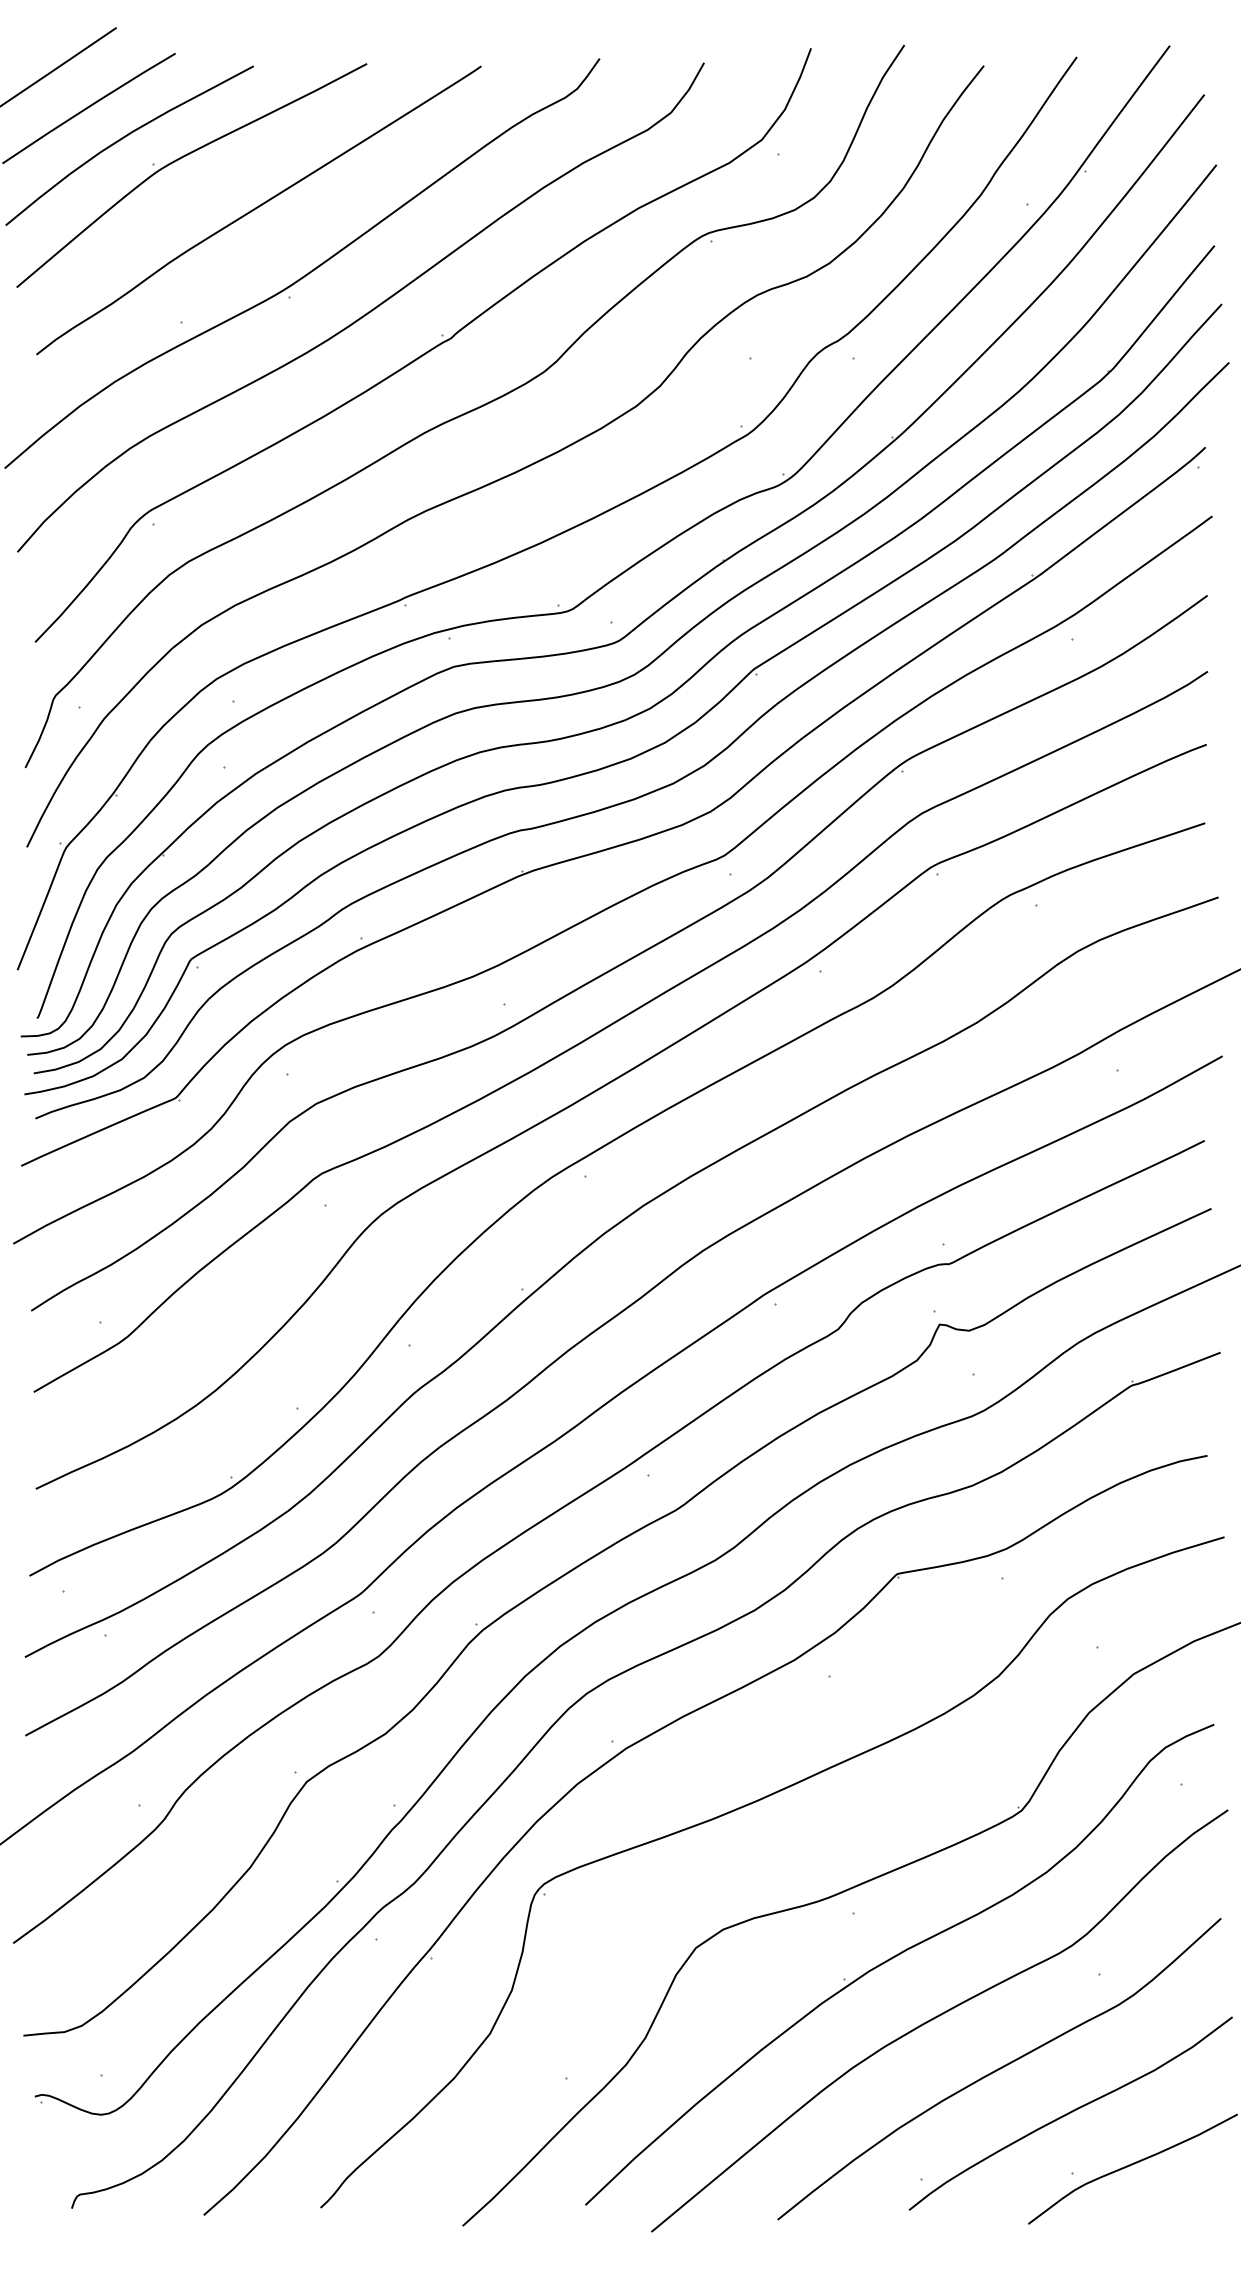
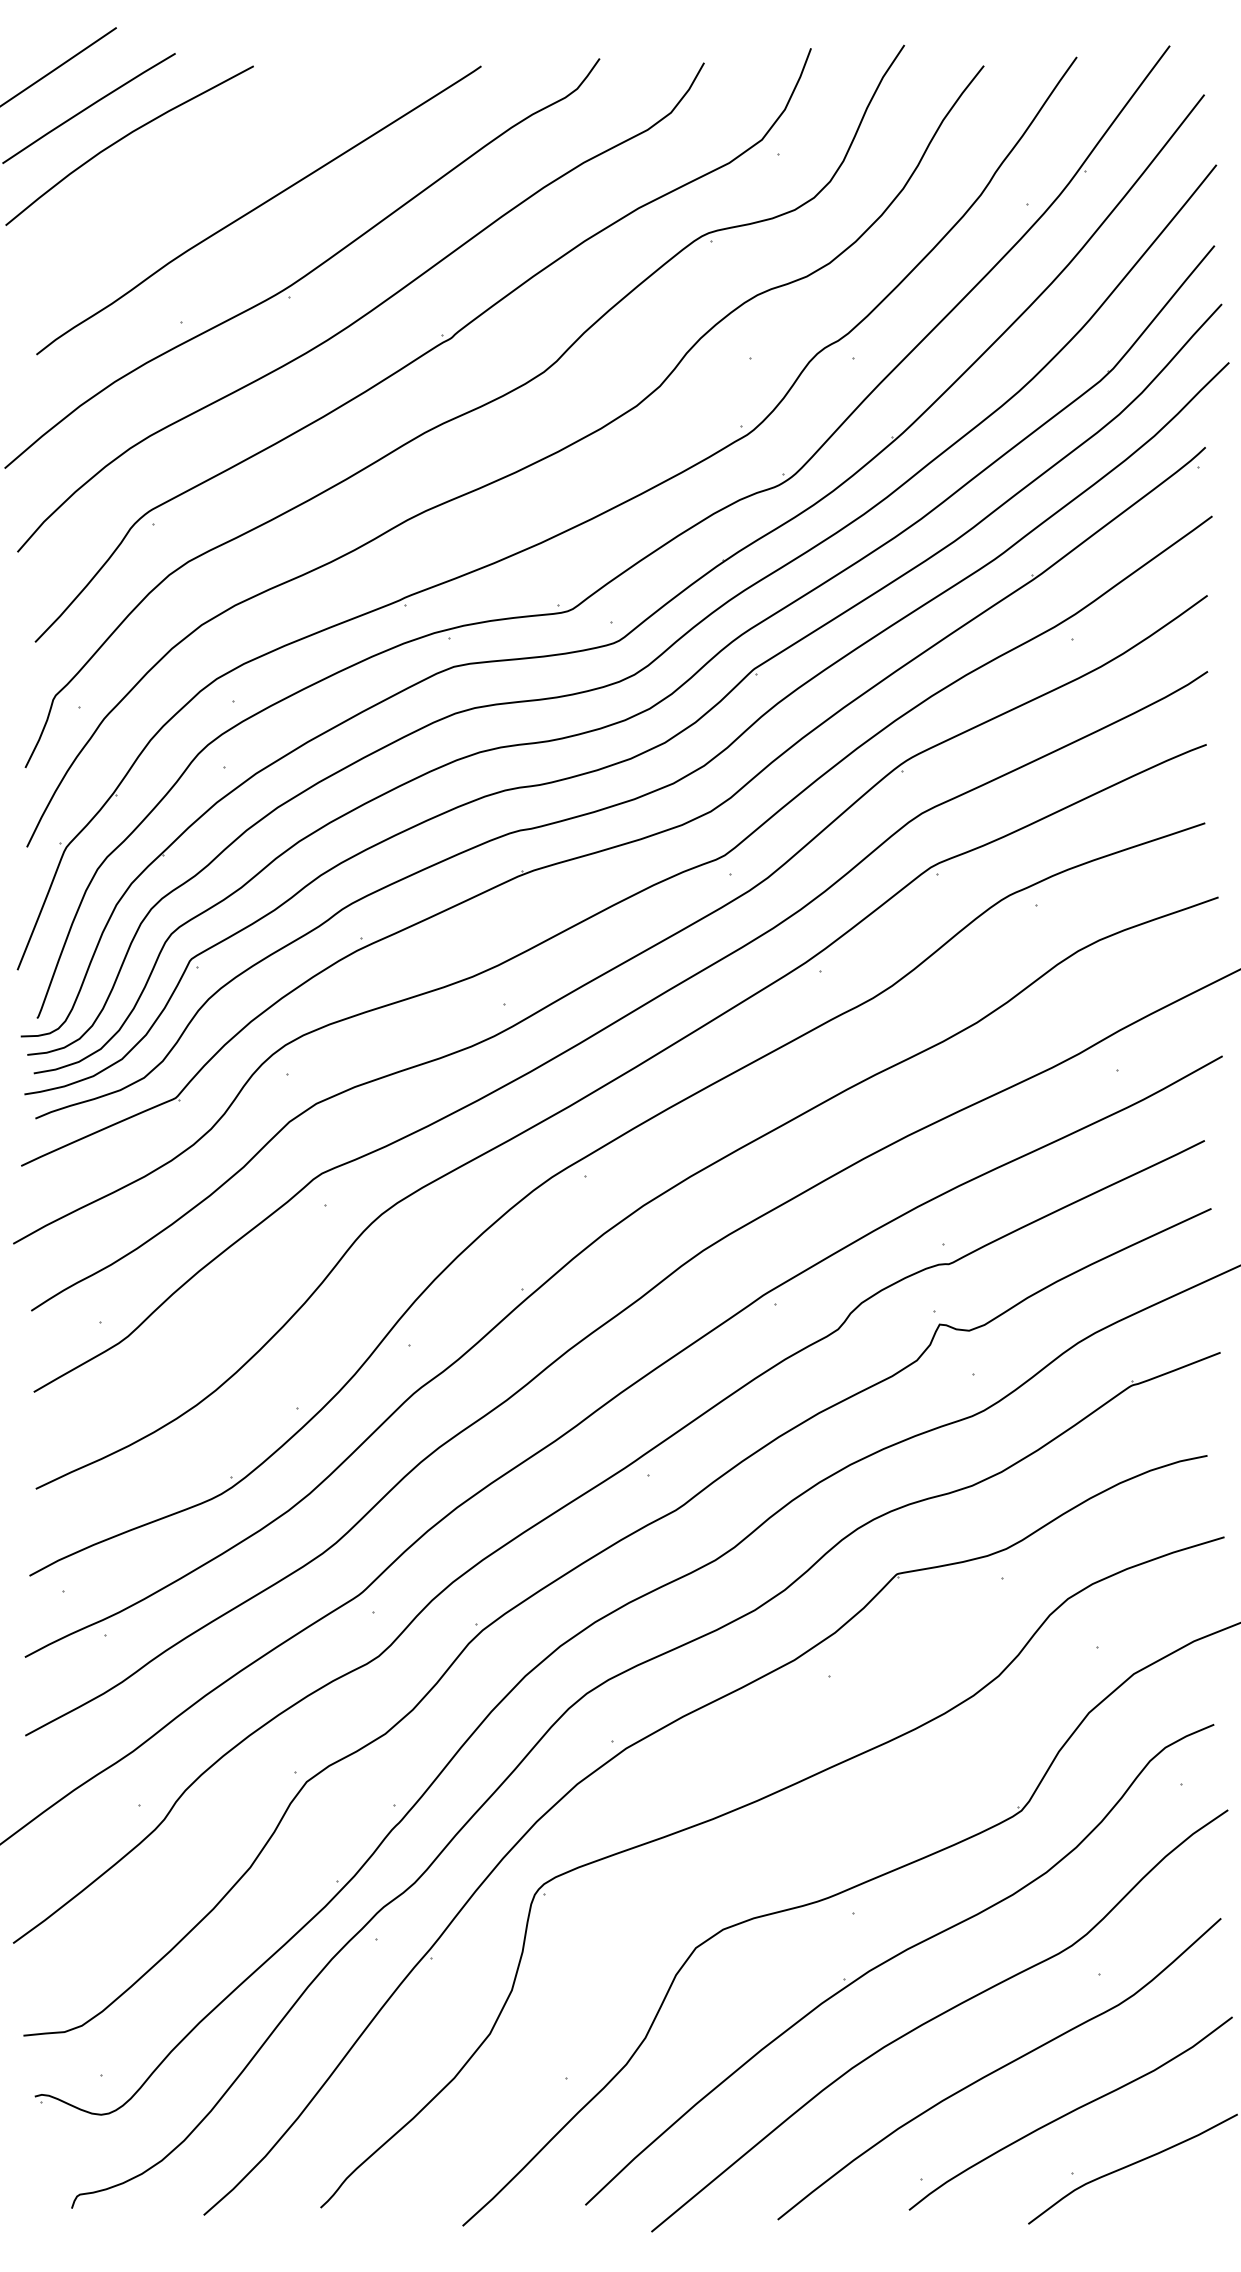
part at (182, 158): present -> none
